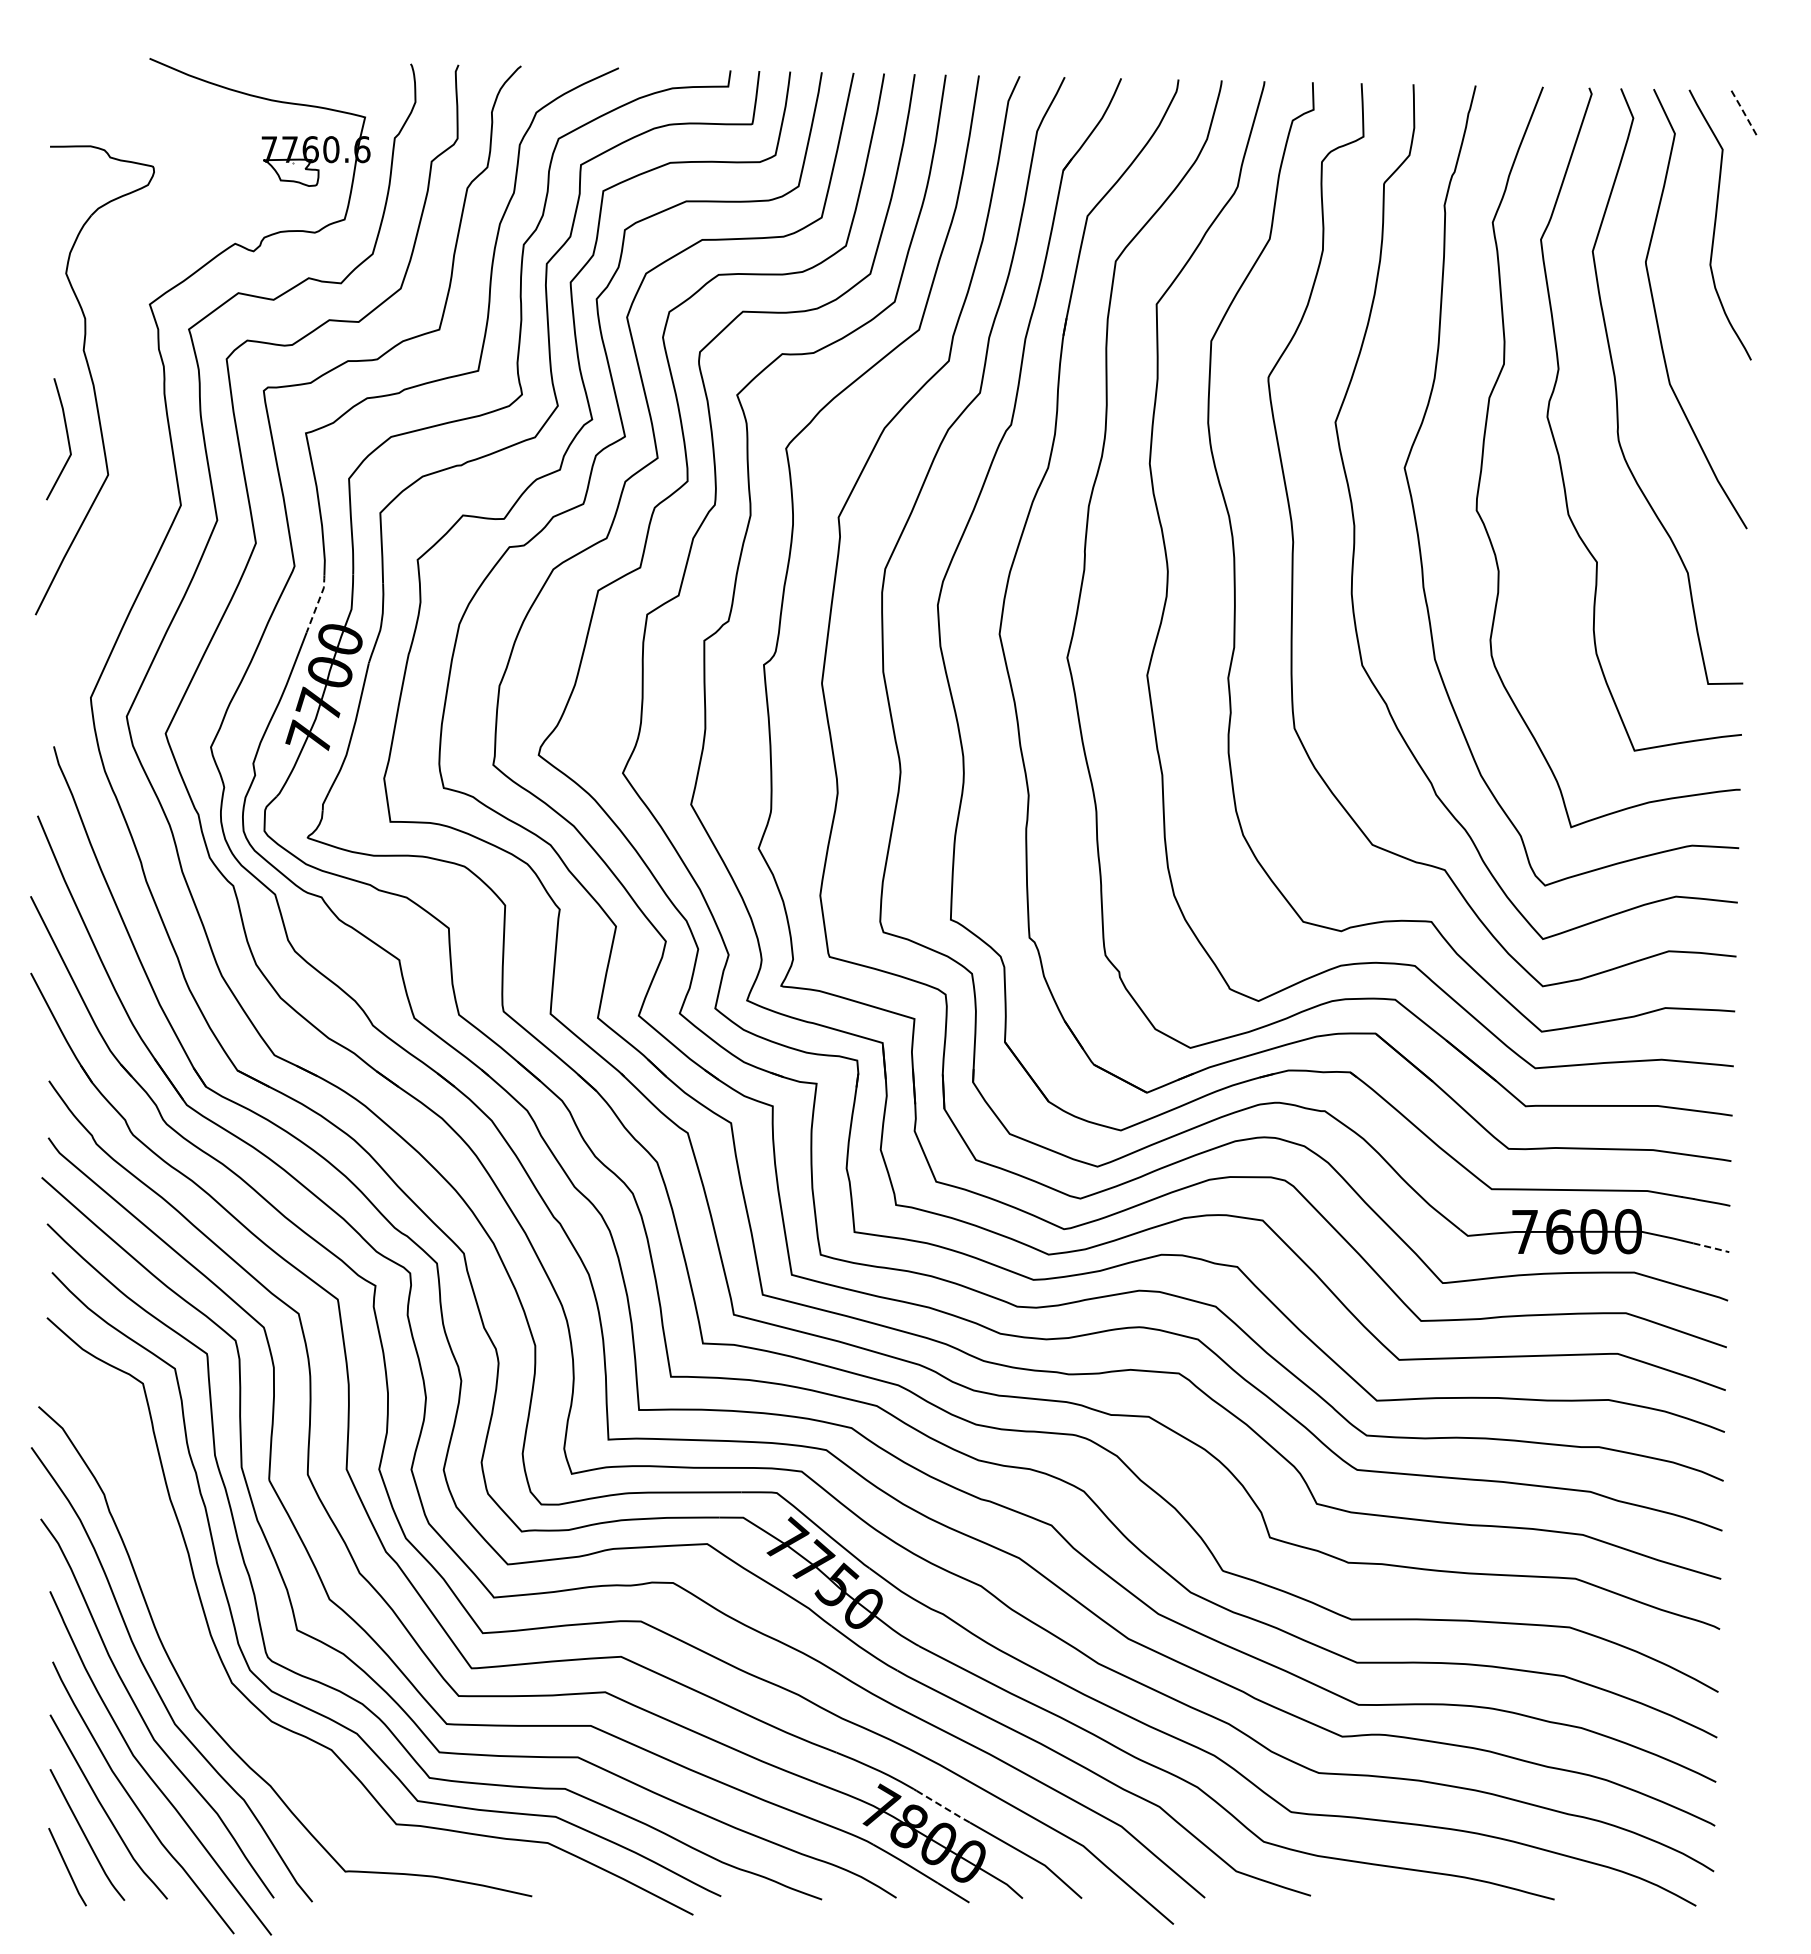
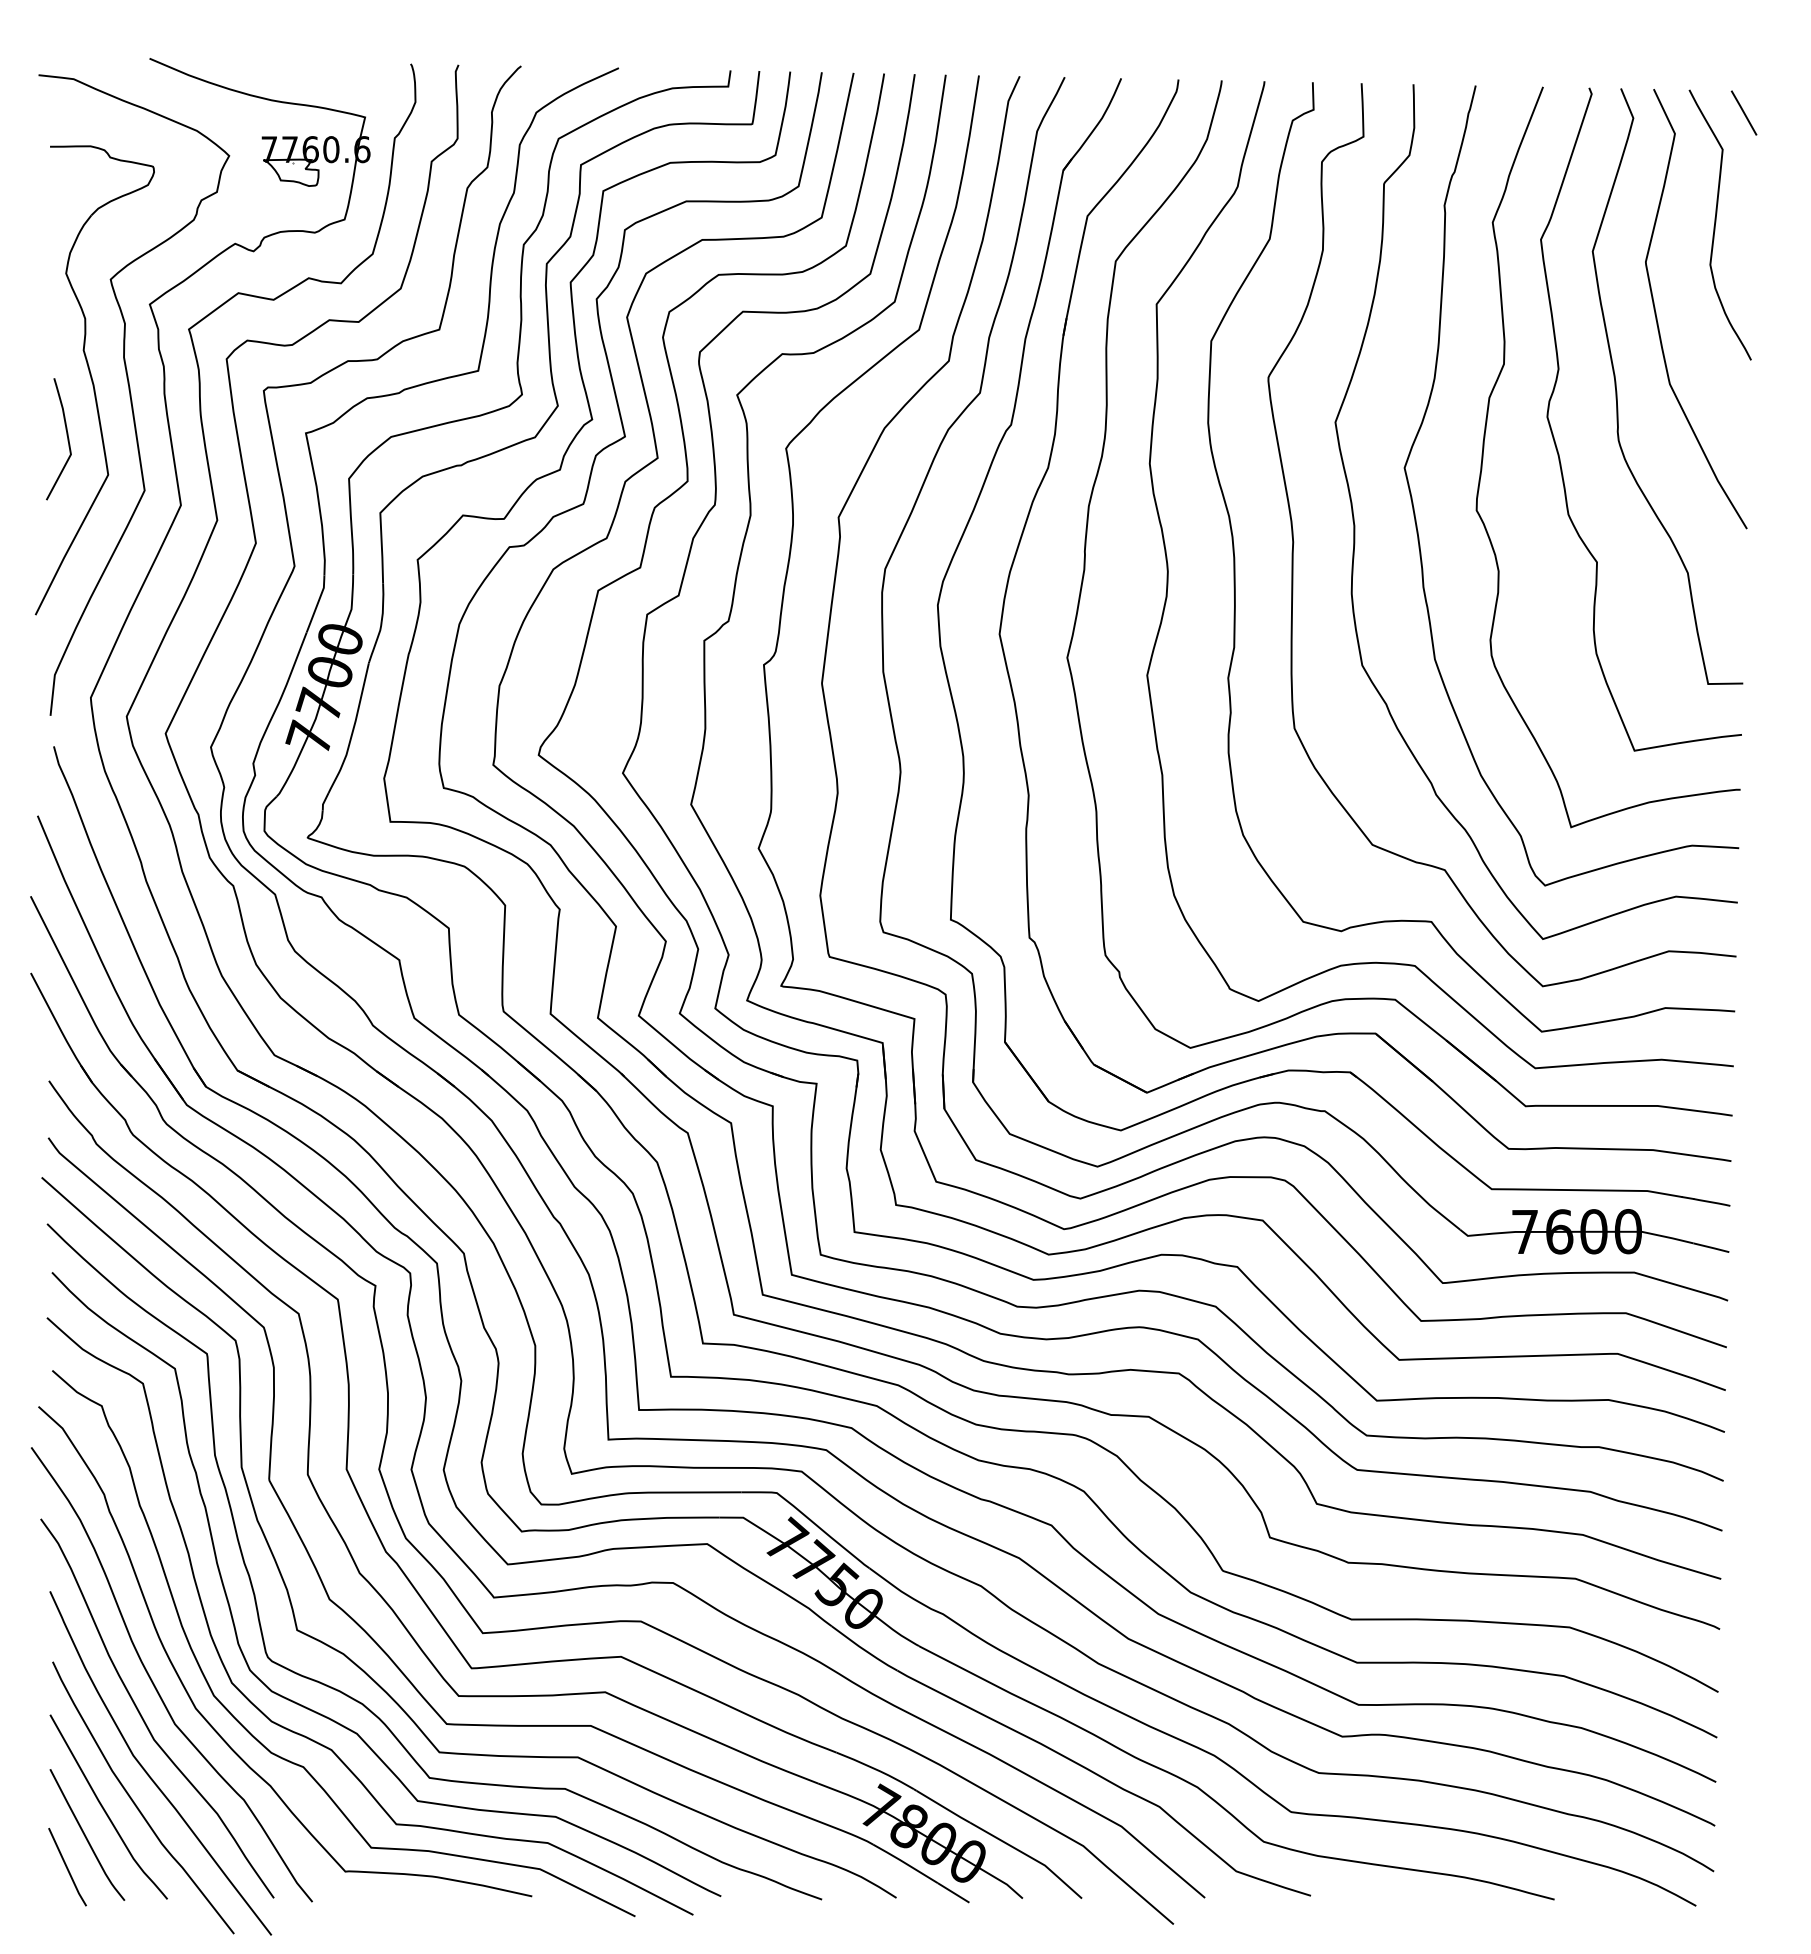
line at (1744, 113): dashed -> solid
curve at (131, 394): none -> present
line at (318, 602): dashed -> solid
line at (1712, 1247): dashed -> solid
curve at (258, 1739): none -> present
line at (943, 1807): dashed -> solid
